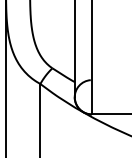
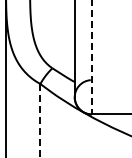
line at (91, 57): solid -> dashed
line at (40, 120): solid -> dashed
